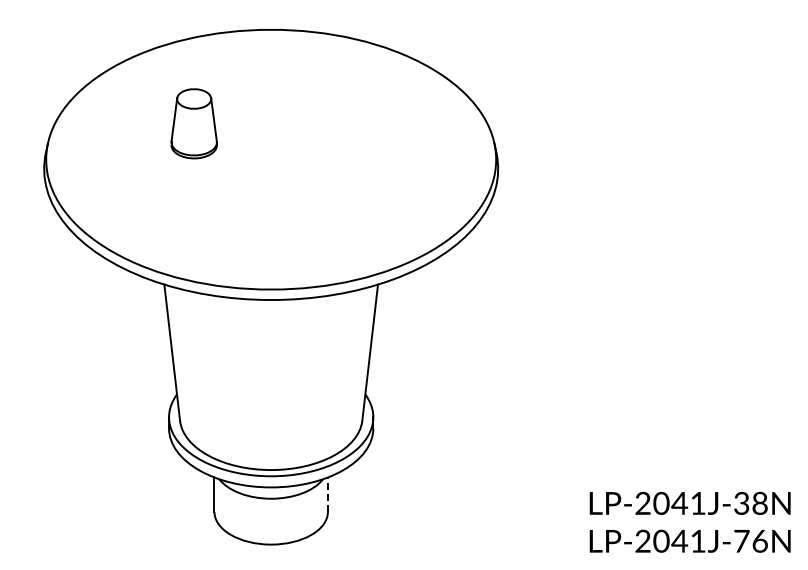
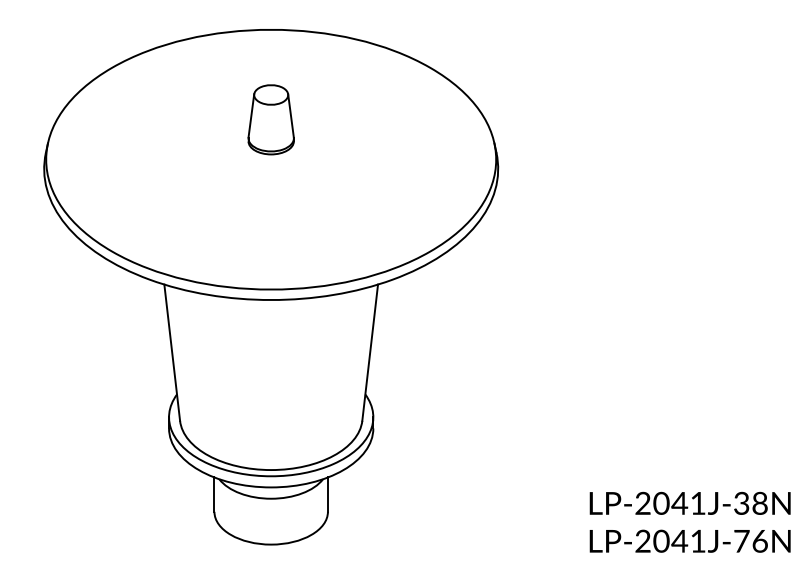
part at (193, 123) position: (193, 123) -> (270, 119)
line at (327, 494): dashed -> solid
